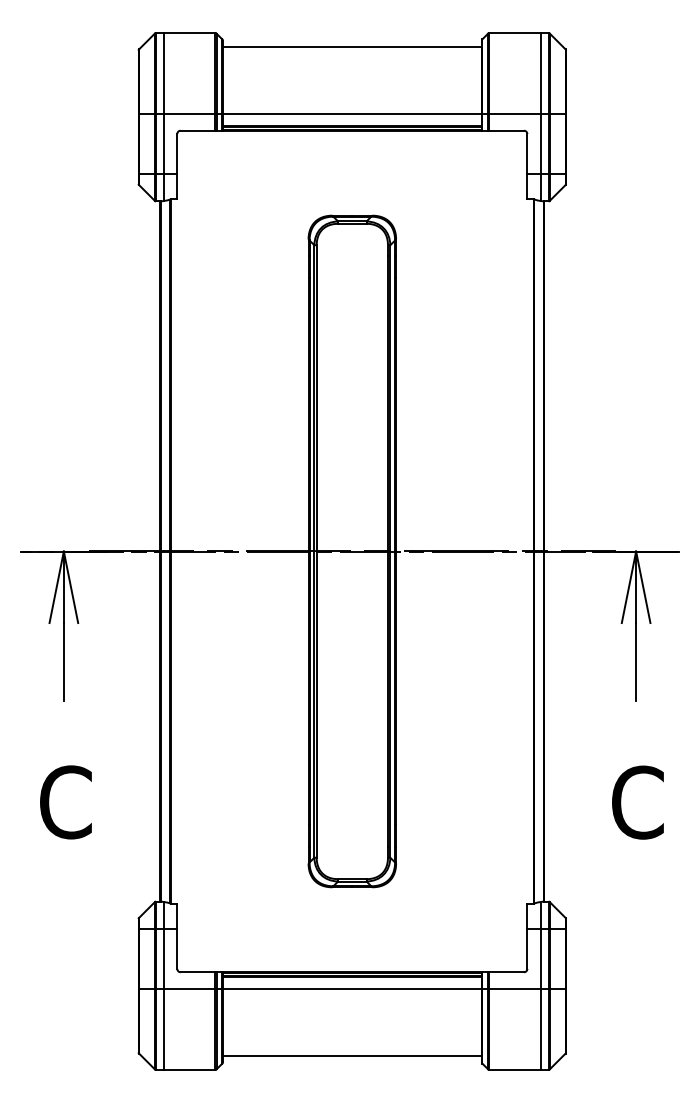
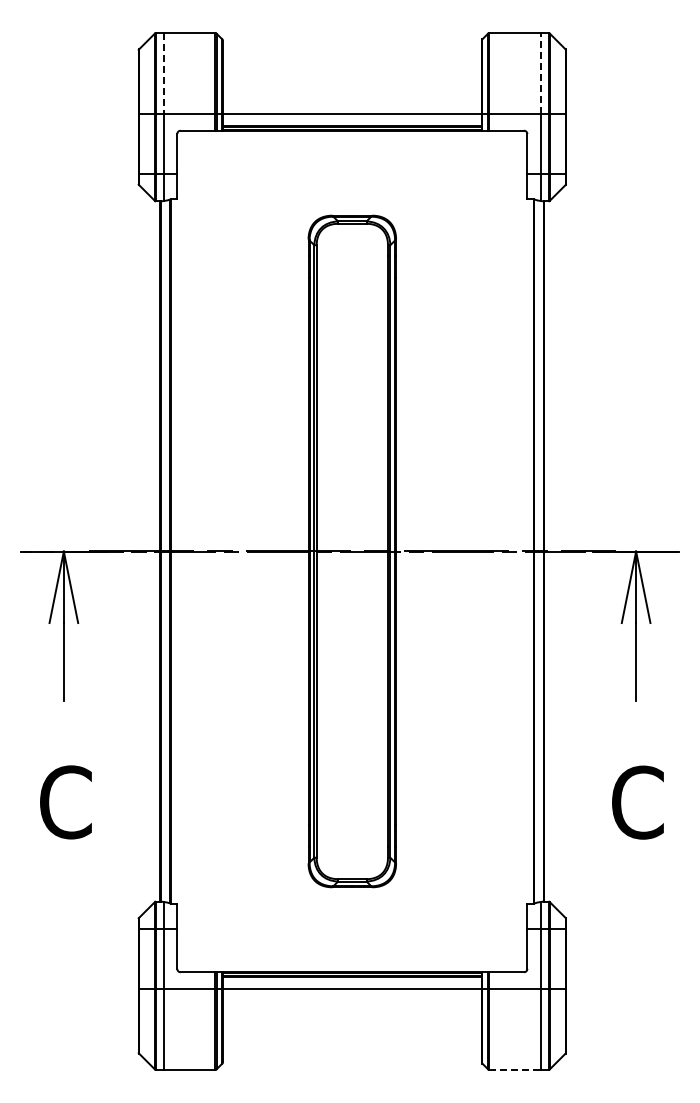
line at (351, 46): present -> none
line at (540, 72): solid -> dashed
line at (163, 73): solid -> dashed
line at (351, 1056): present -> none
line at (515, 1069): solid -> dashed
